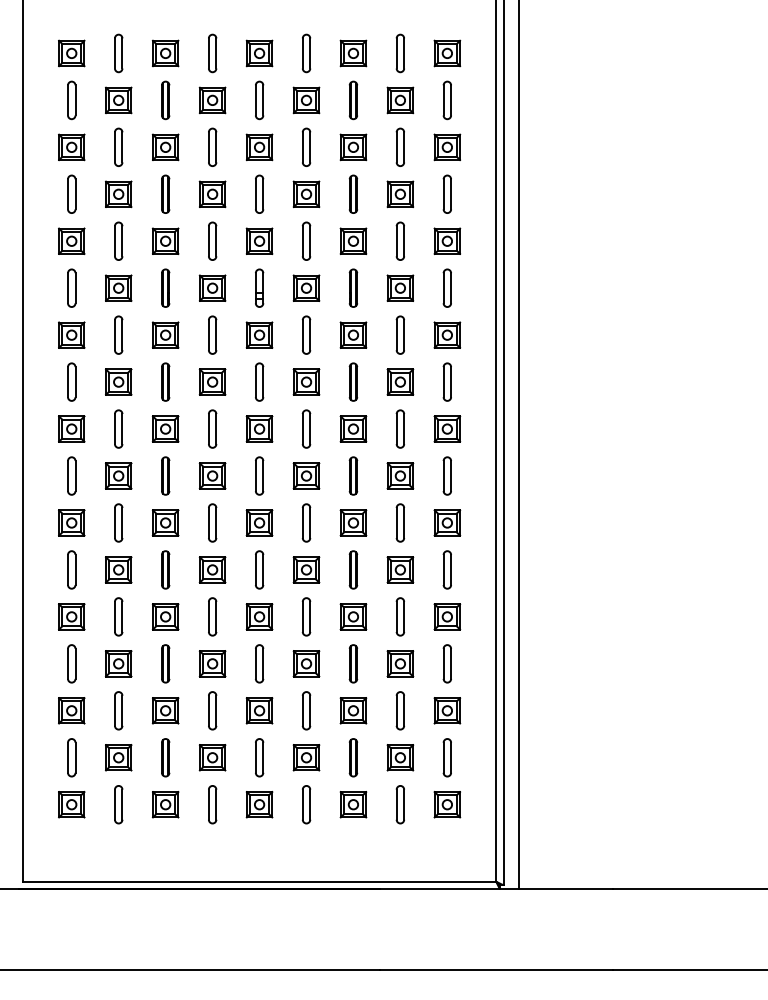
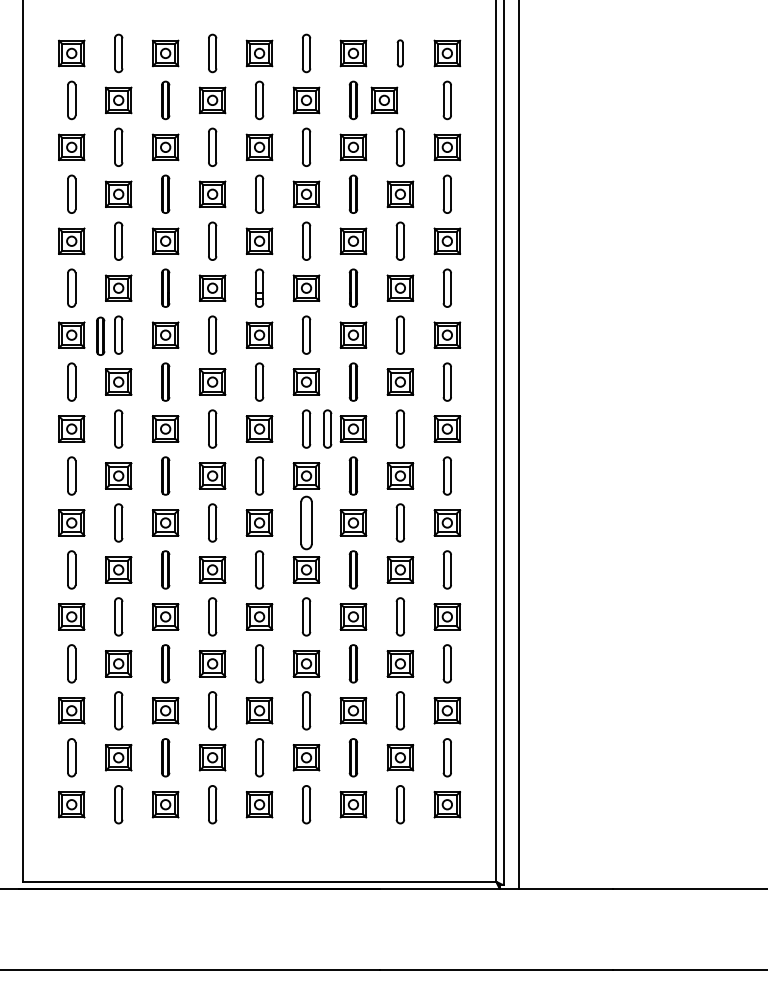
part at (399, 53) size: 10x41 px -> 8x29 px
part at (400, 100) position: (400, 100) -> (384, 100)
part at (100, 335): none -> present
part at (327, 428): none -> present
part at (306, 522) size: 11x40 px -> 13x56 px
